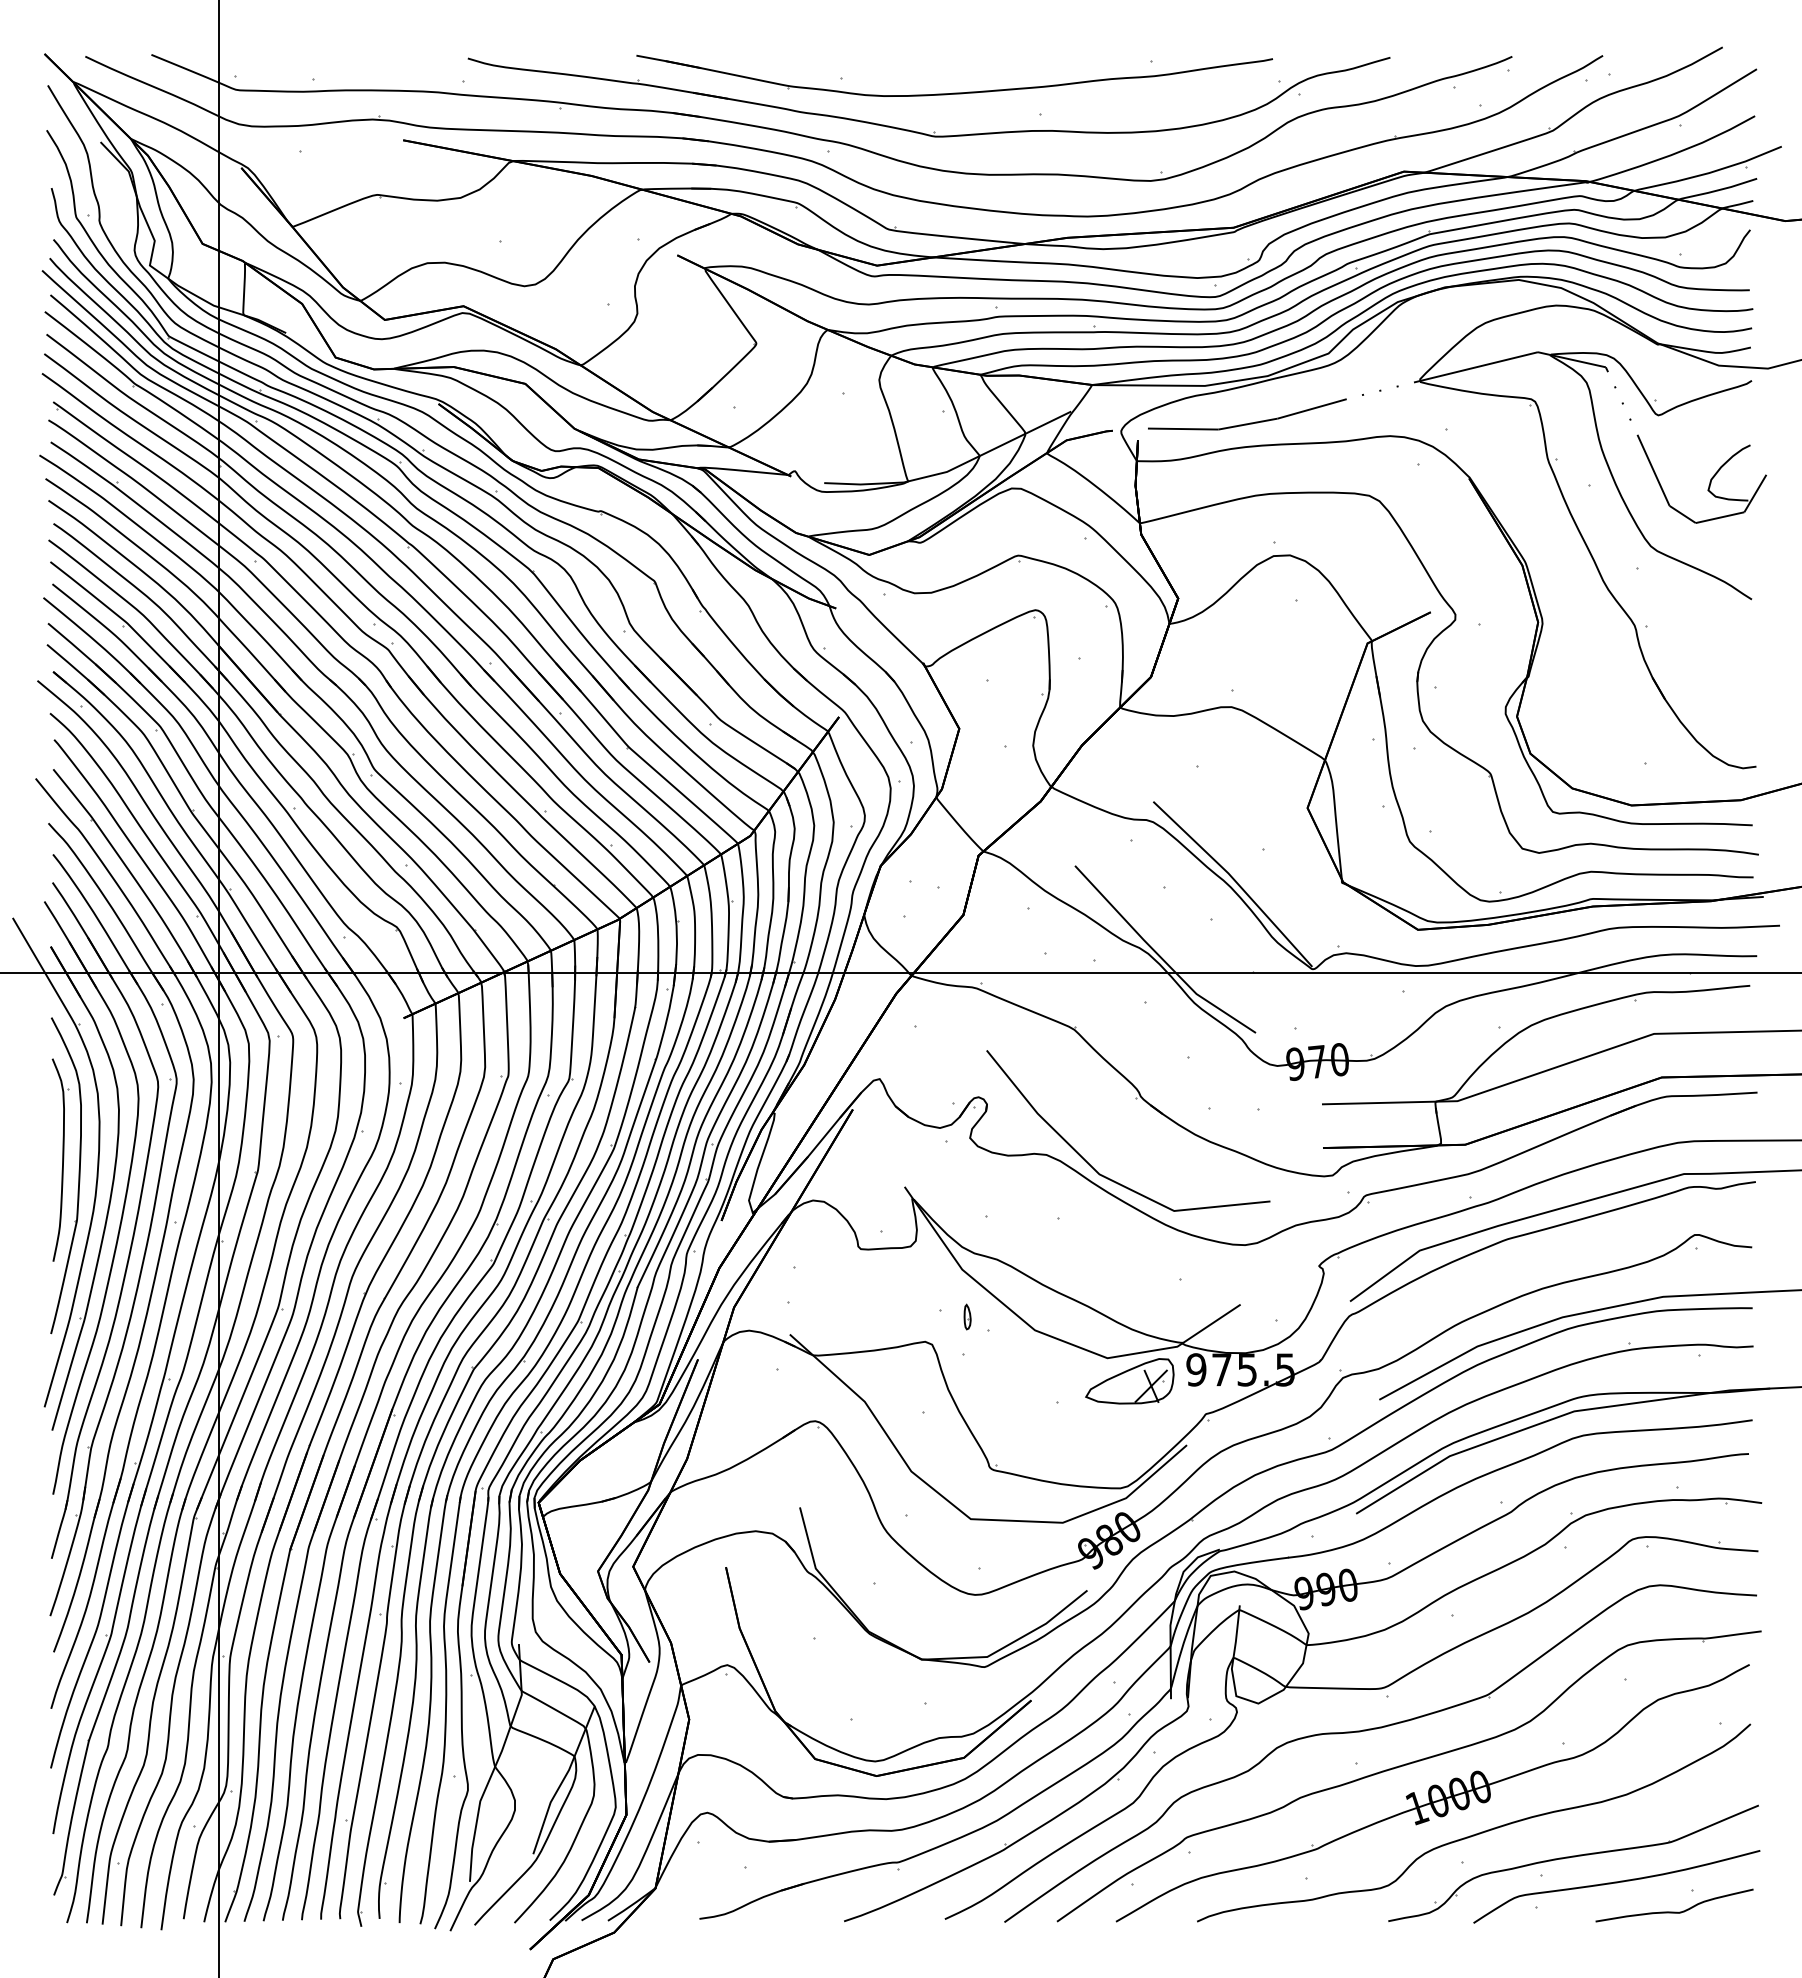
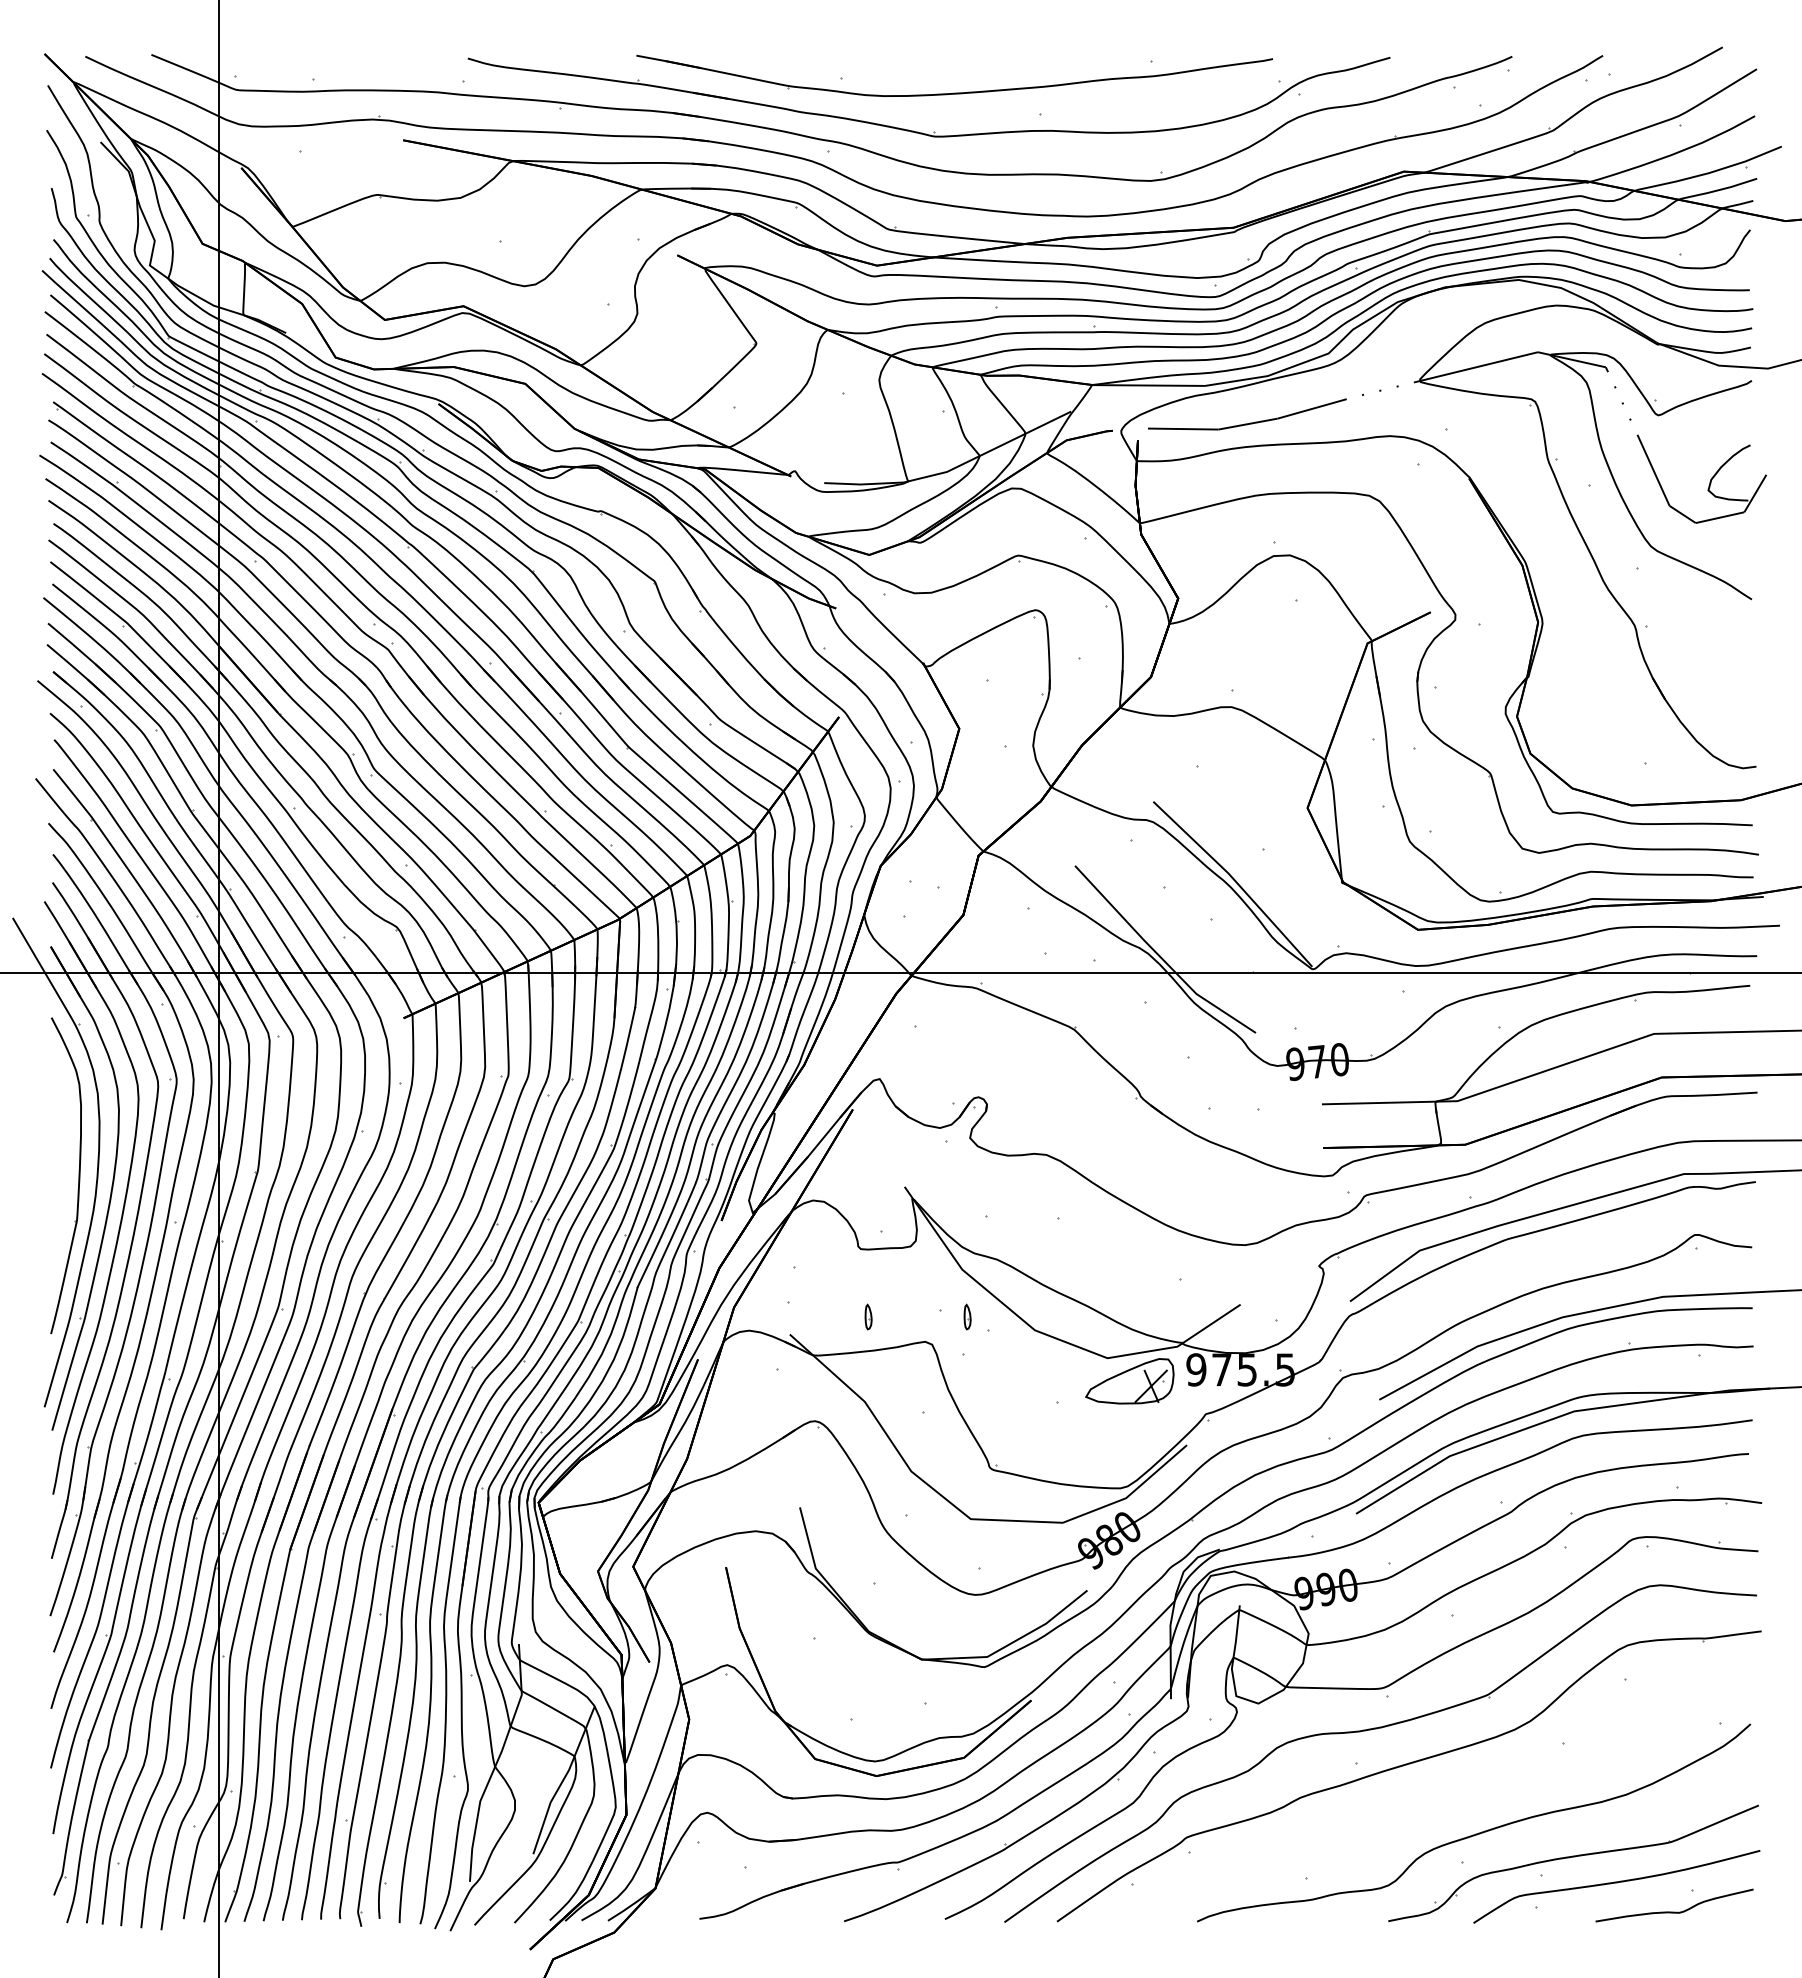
part at (60, 1159): present -> none
line at (1092, 1166): present -> none
part at (868, 1316): none -> present
part at (1432, 1793): present -> none
